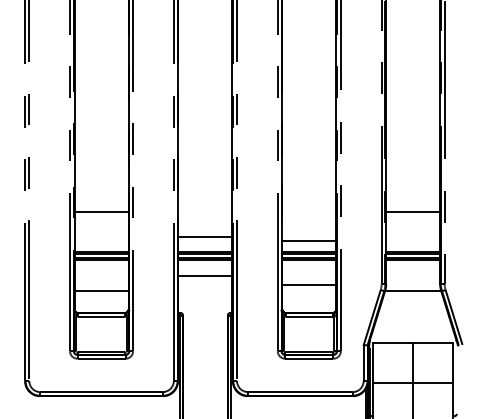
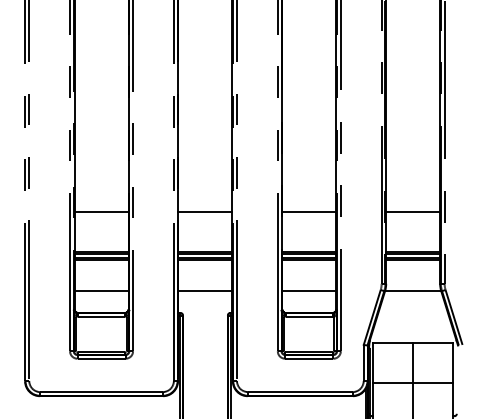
line at (205, 237) position: (205, 237) -> (205, 212)
line at (309, 241) position: (309, 241) -> (309, 212)
line at (205, 275) position: (205, 275) -> (205, 290)
line at (309, 284) position: (309, 284) -> (309, 290)
